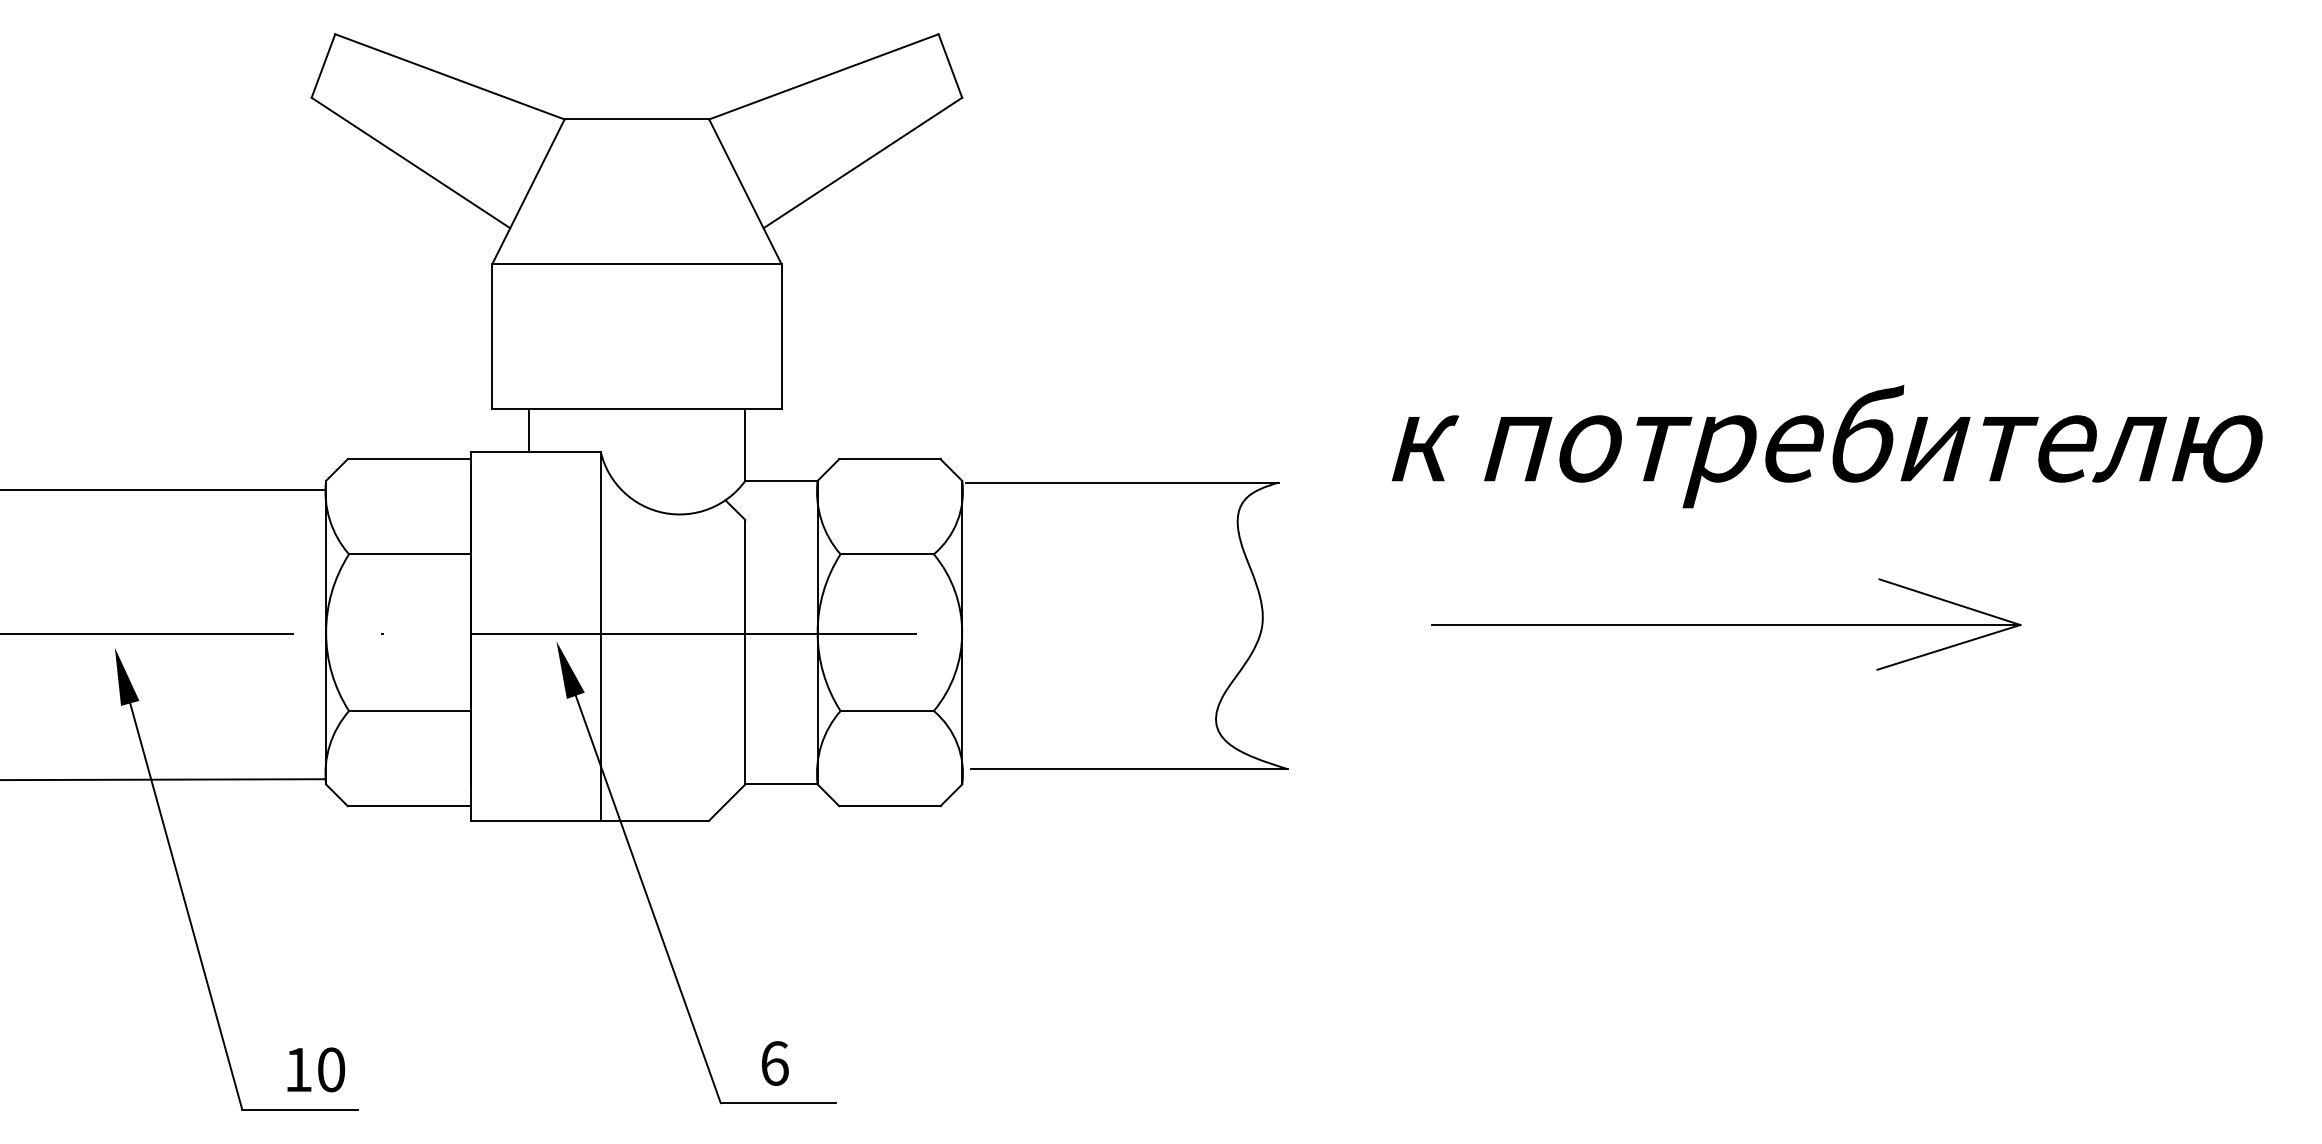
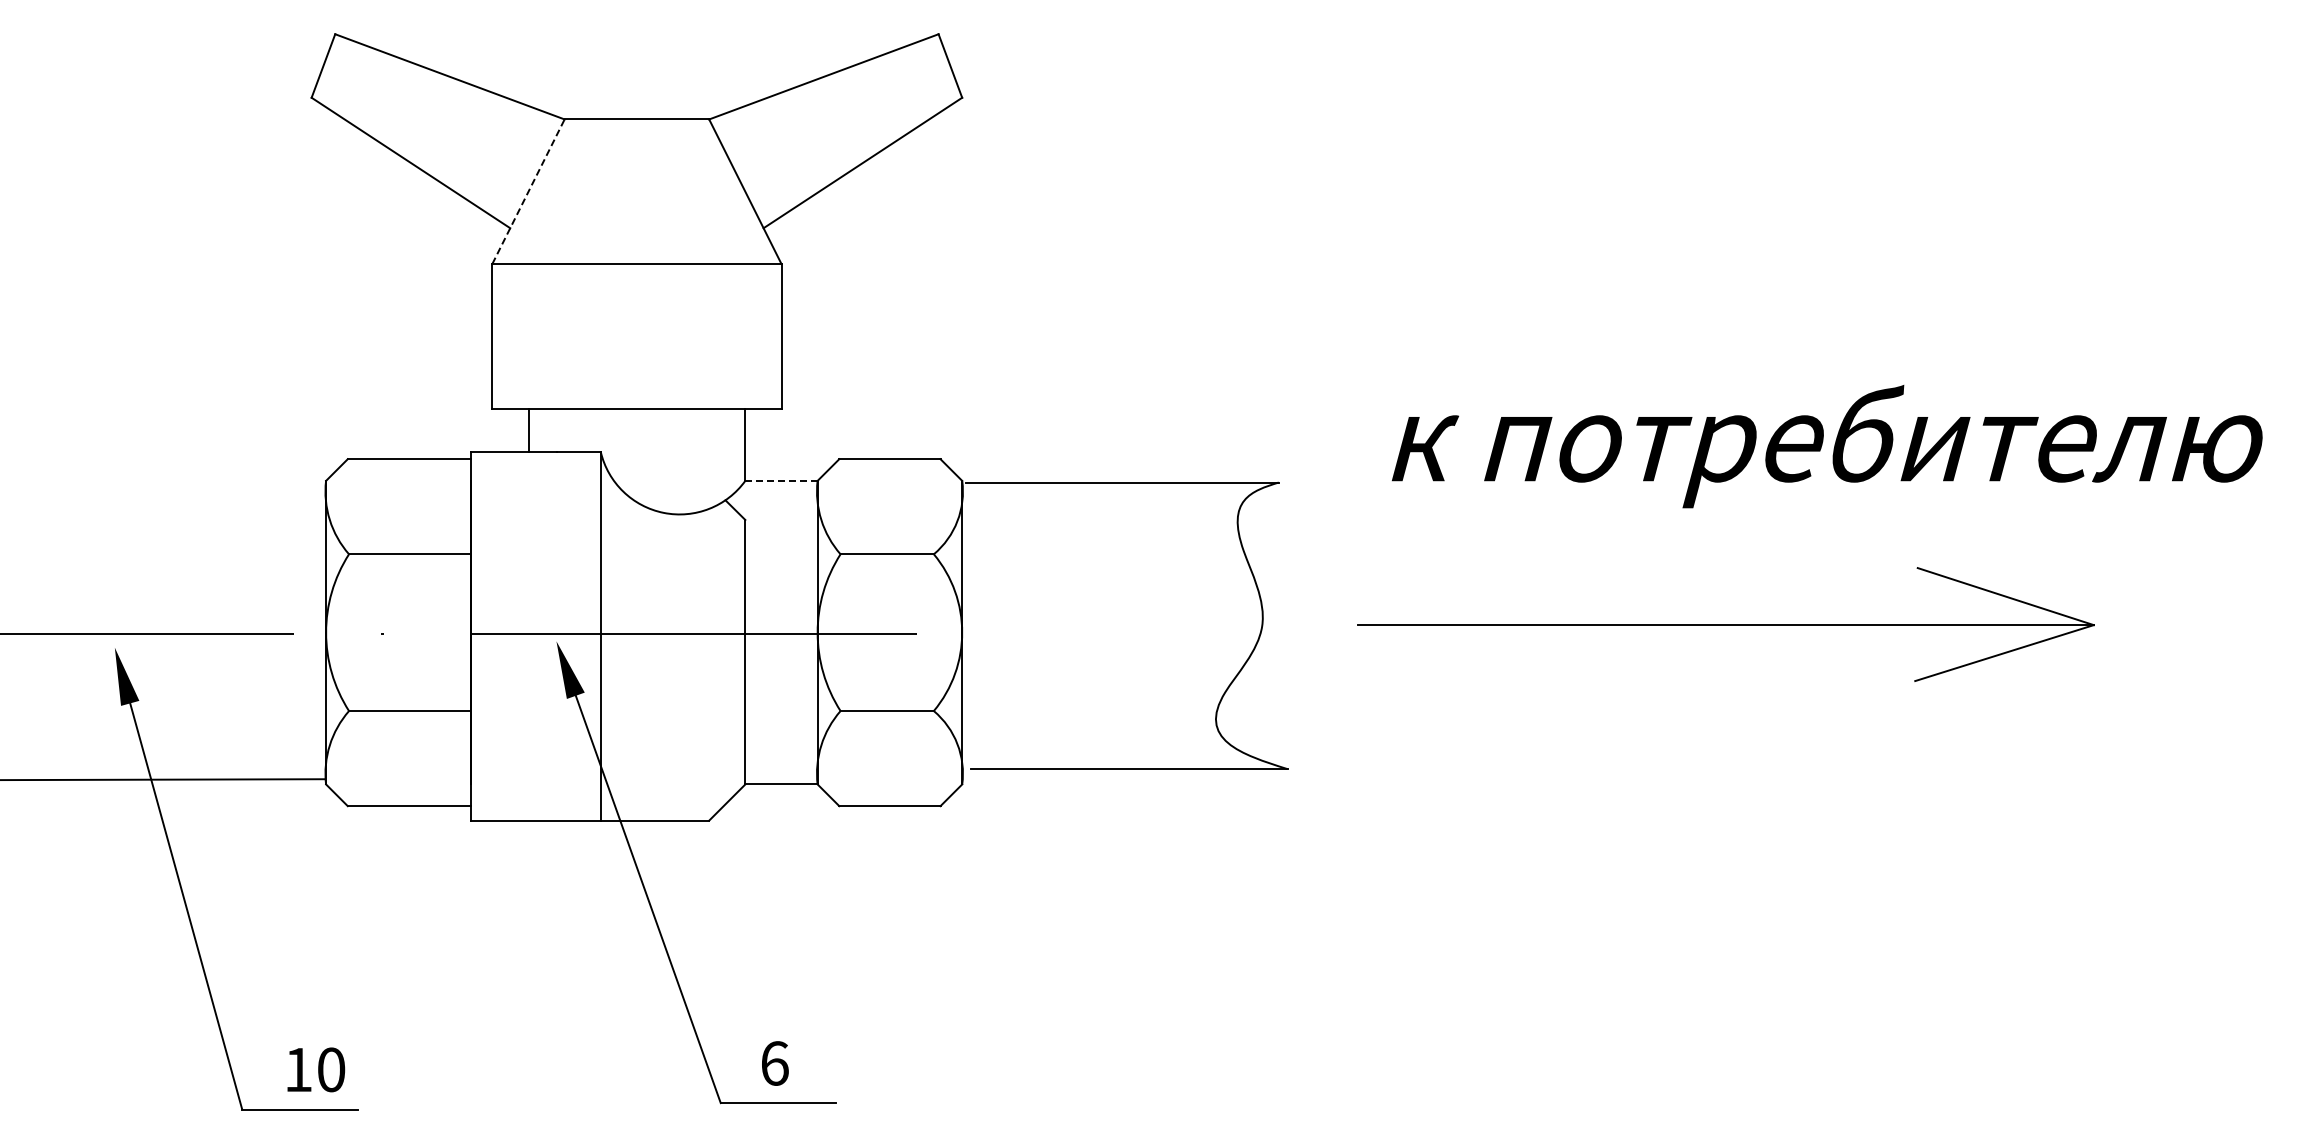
line at (528, 191): solid -> dashed
line at (781, 480): solid -> dashed
line at (163, 489): present -> none
part at (1726, 624) size: 591x93 px -> 738x115 px
